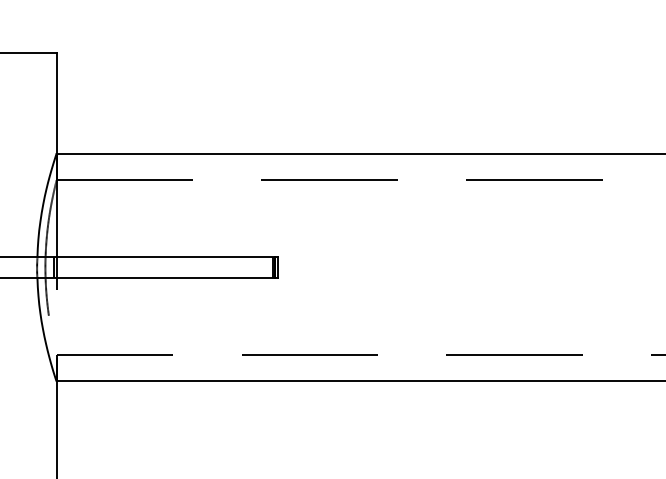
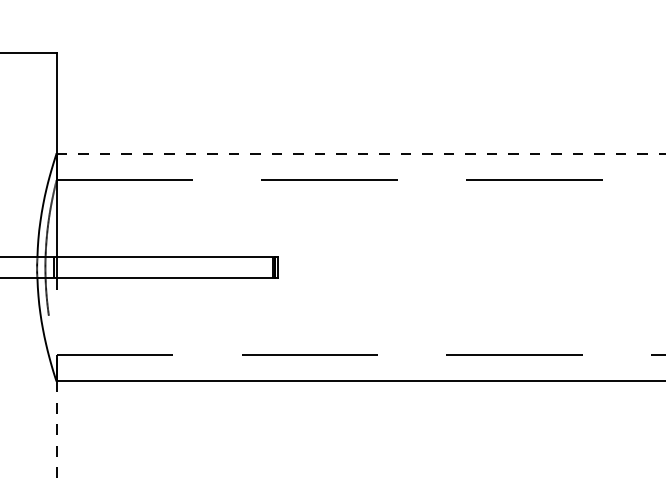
line at (361, 153): solid -> dashed
line at (56, 430): solid -> dashed
